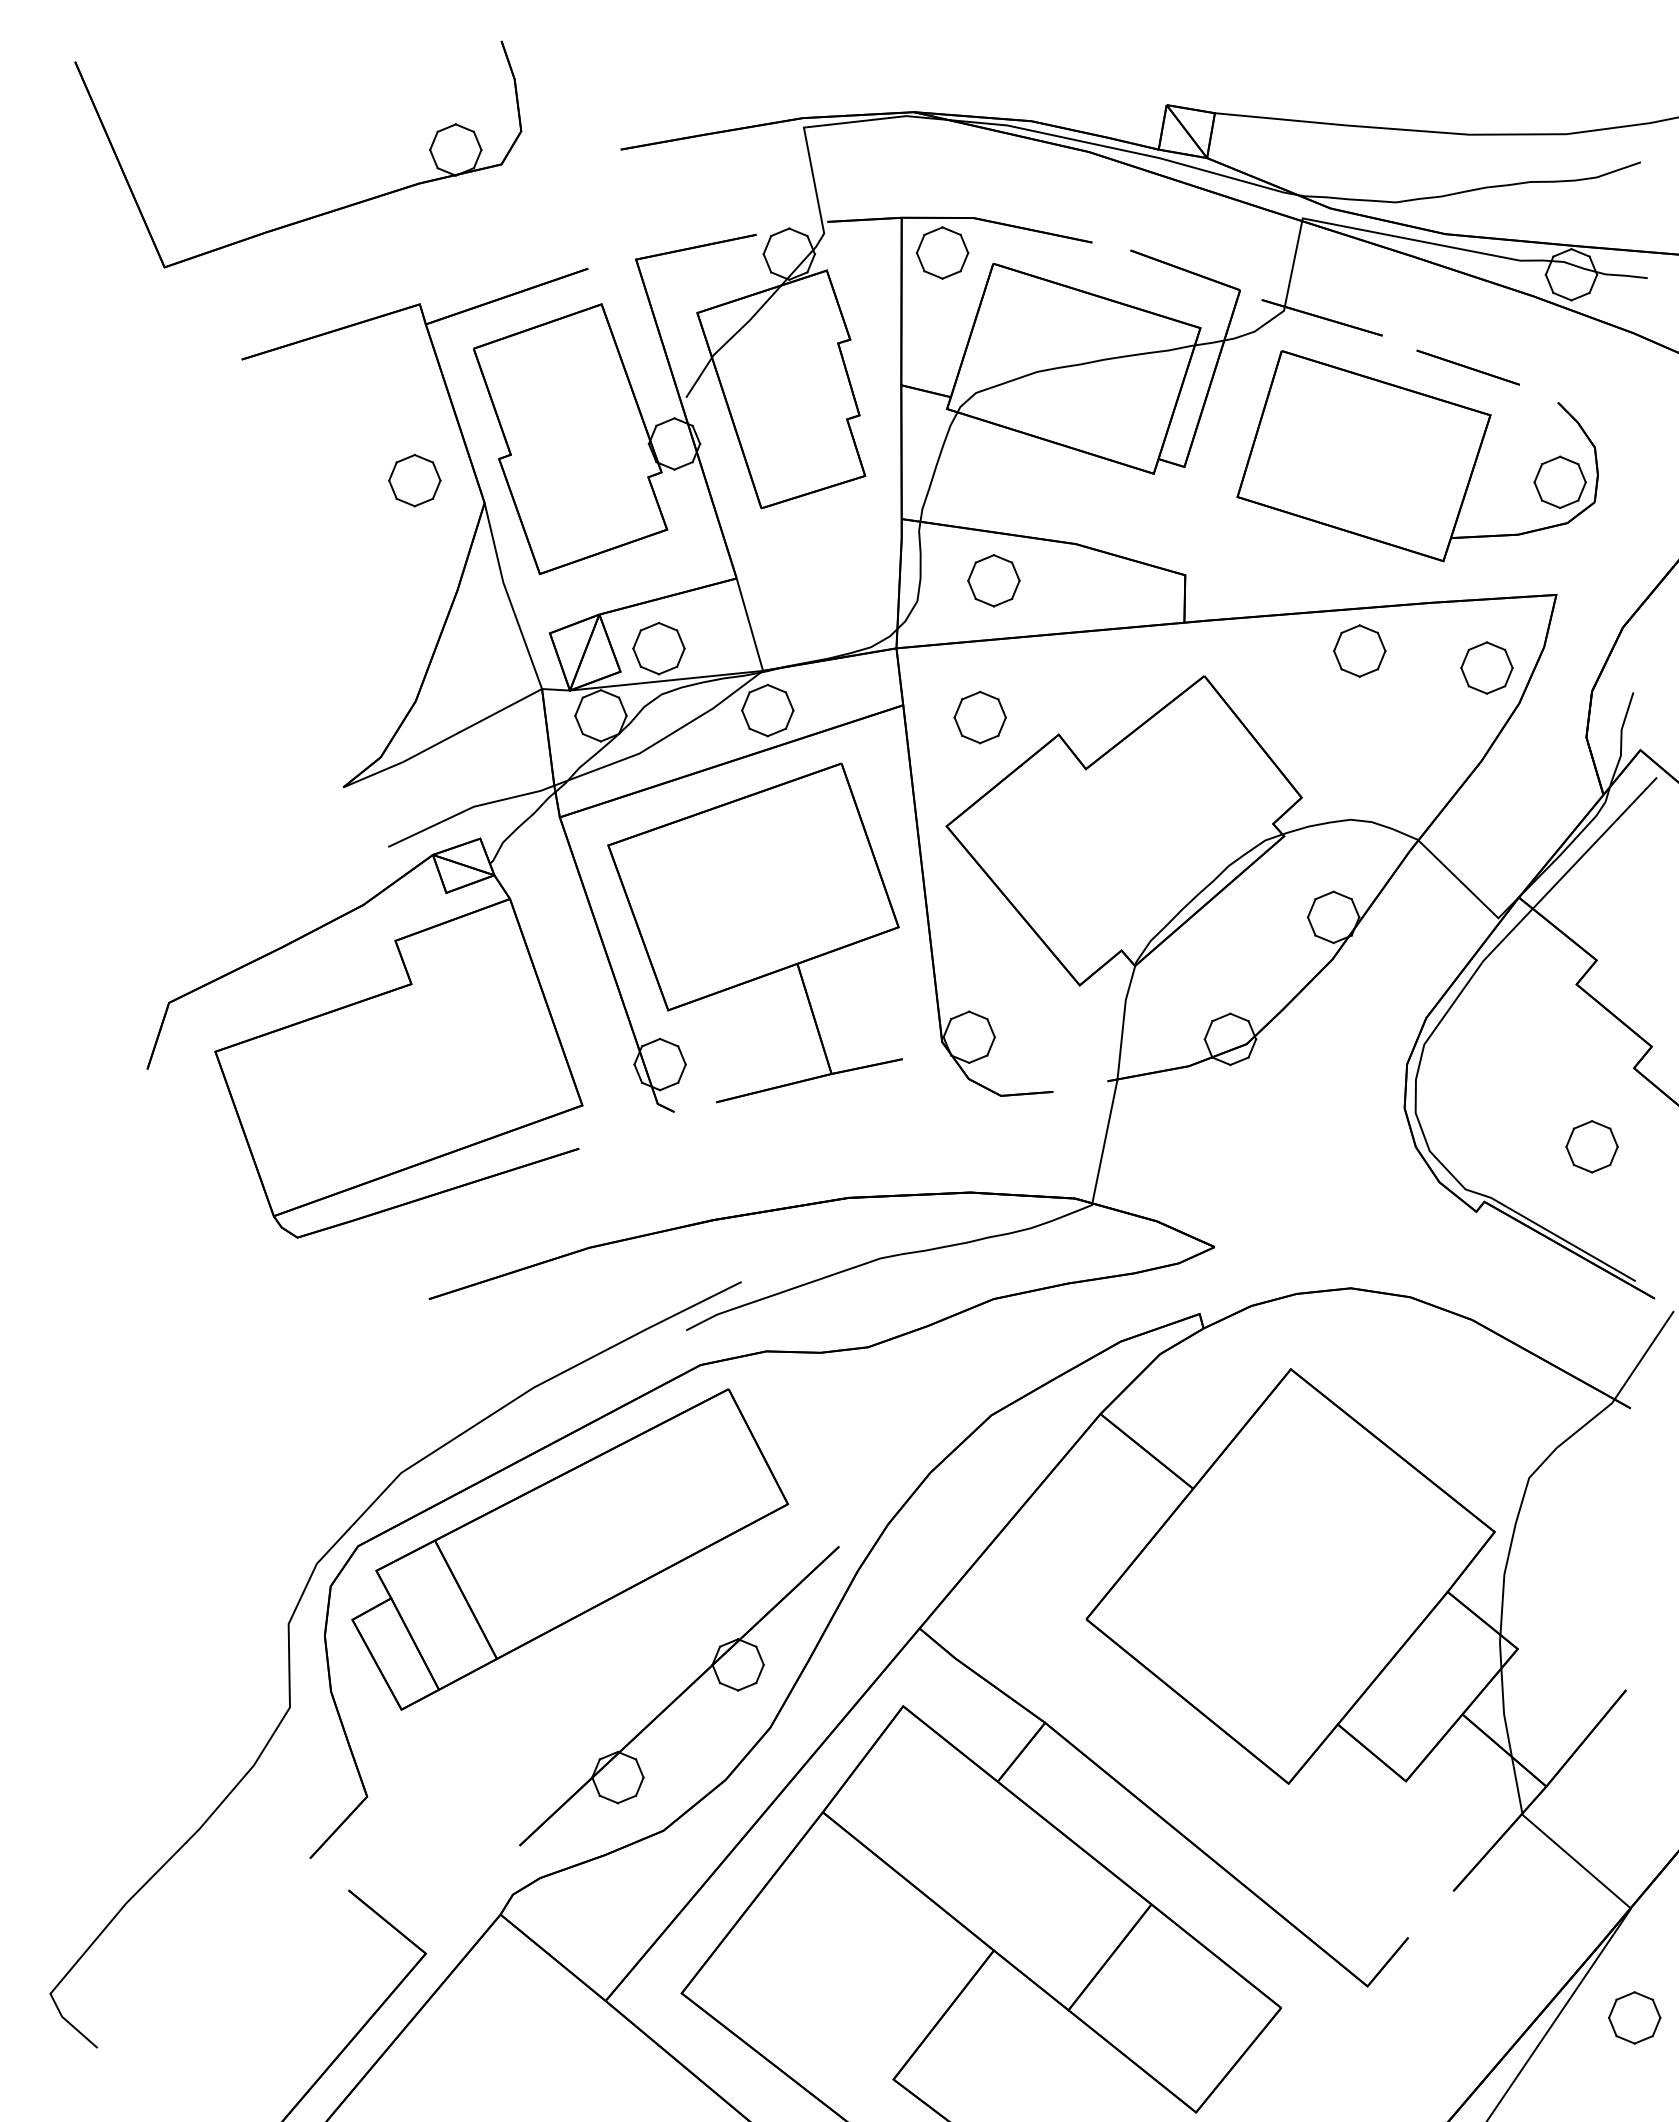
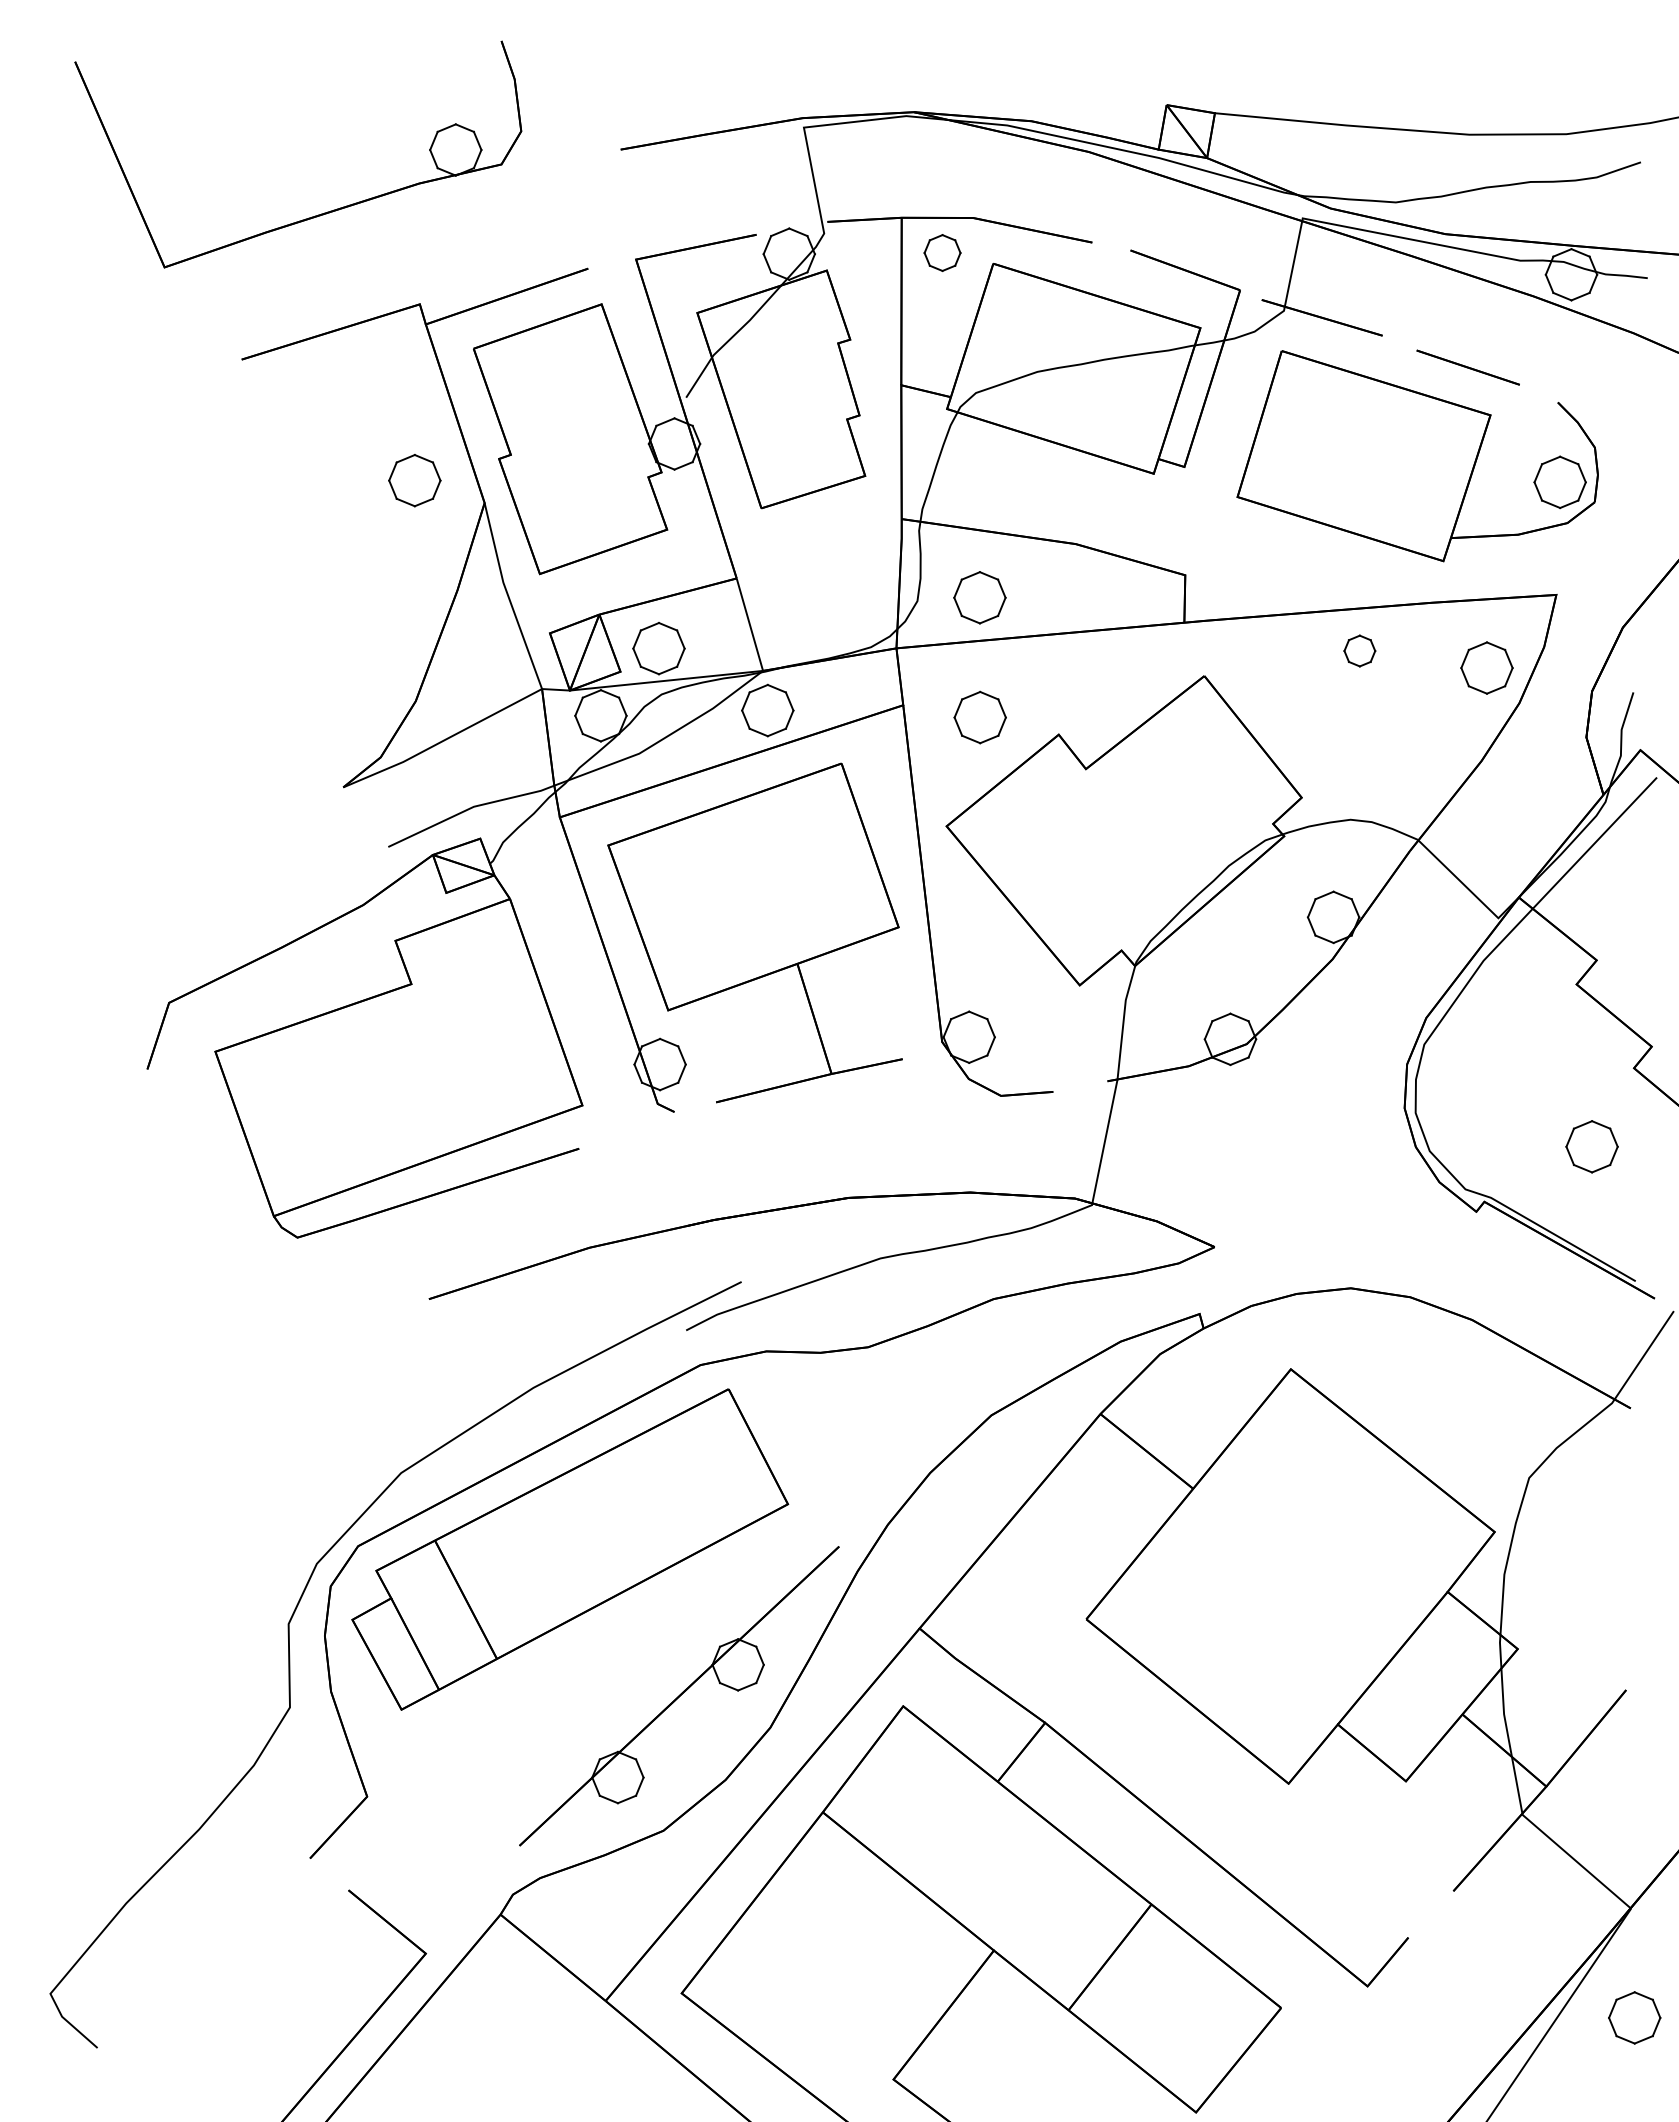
part at (942, 252) size: 55x54 px -> 39x38 px
part at (993, 580) position: (993, 580) -> (979, 597)
part at (1359, 650) size: 54x54 px -> 34x34 px
